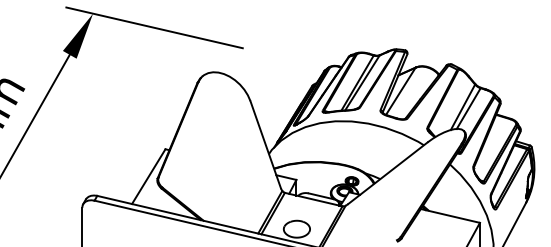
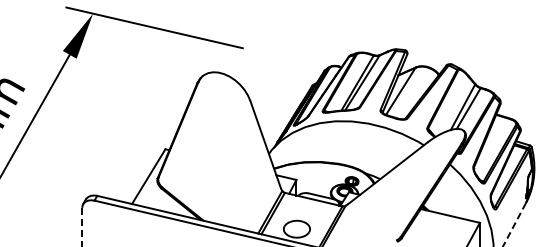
line at (514, 225): solid -> dashed
line at (82, 227): solid -> dashed
